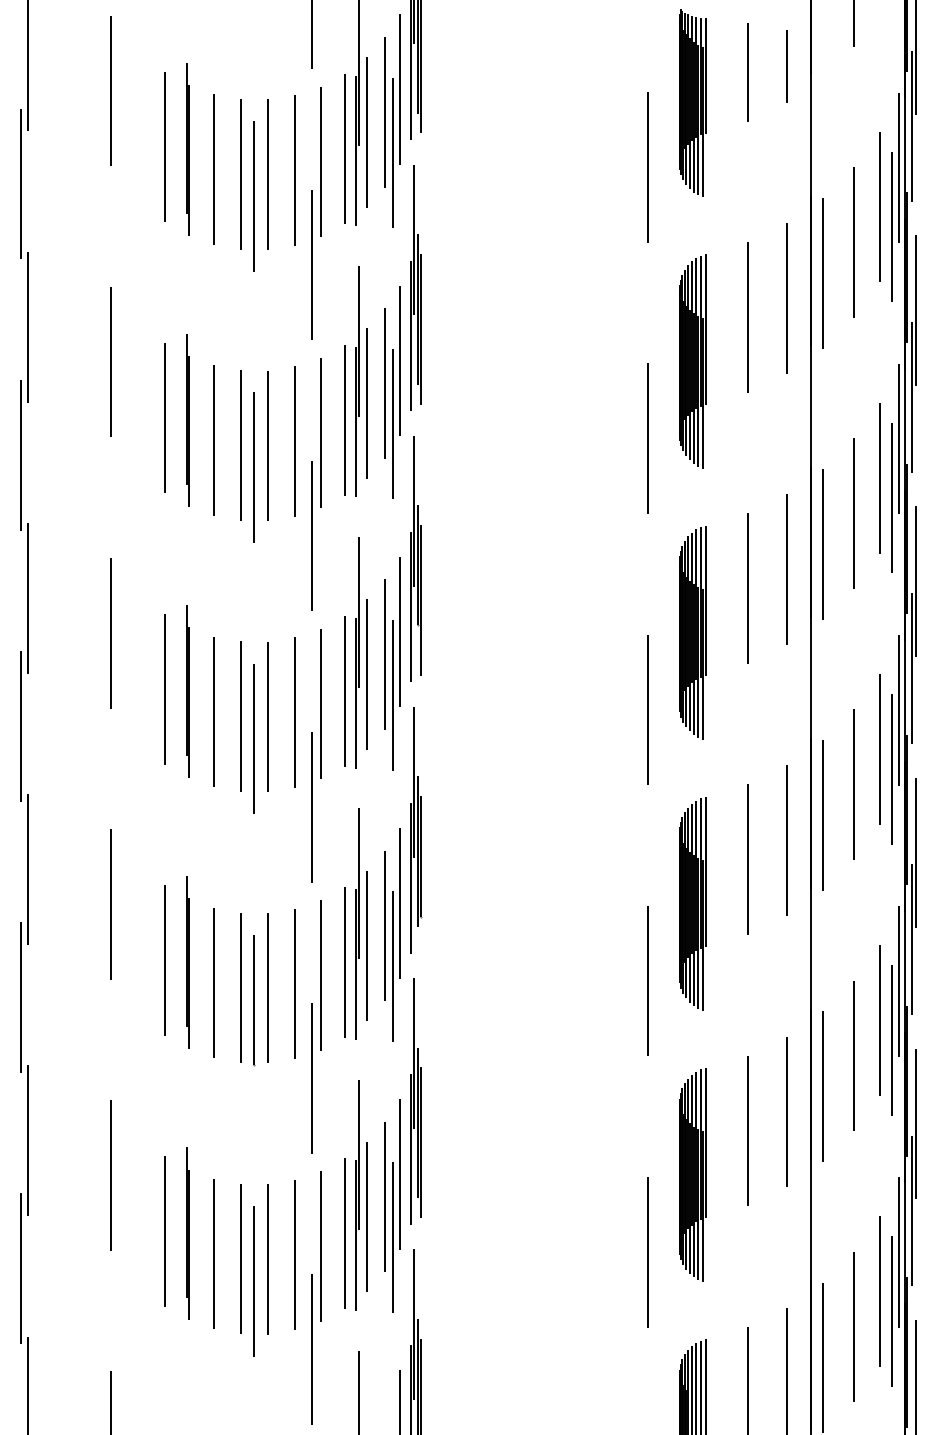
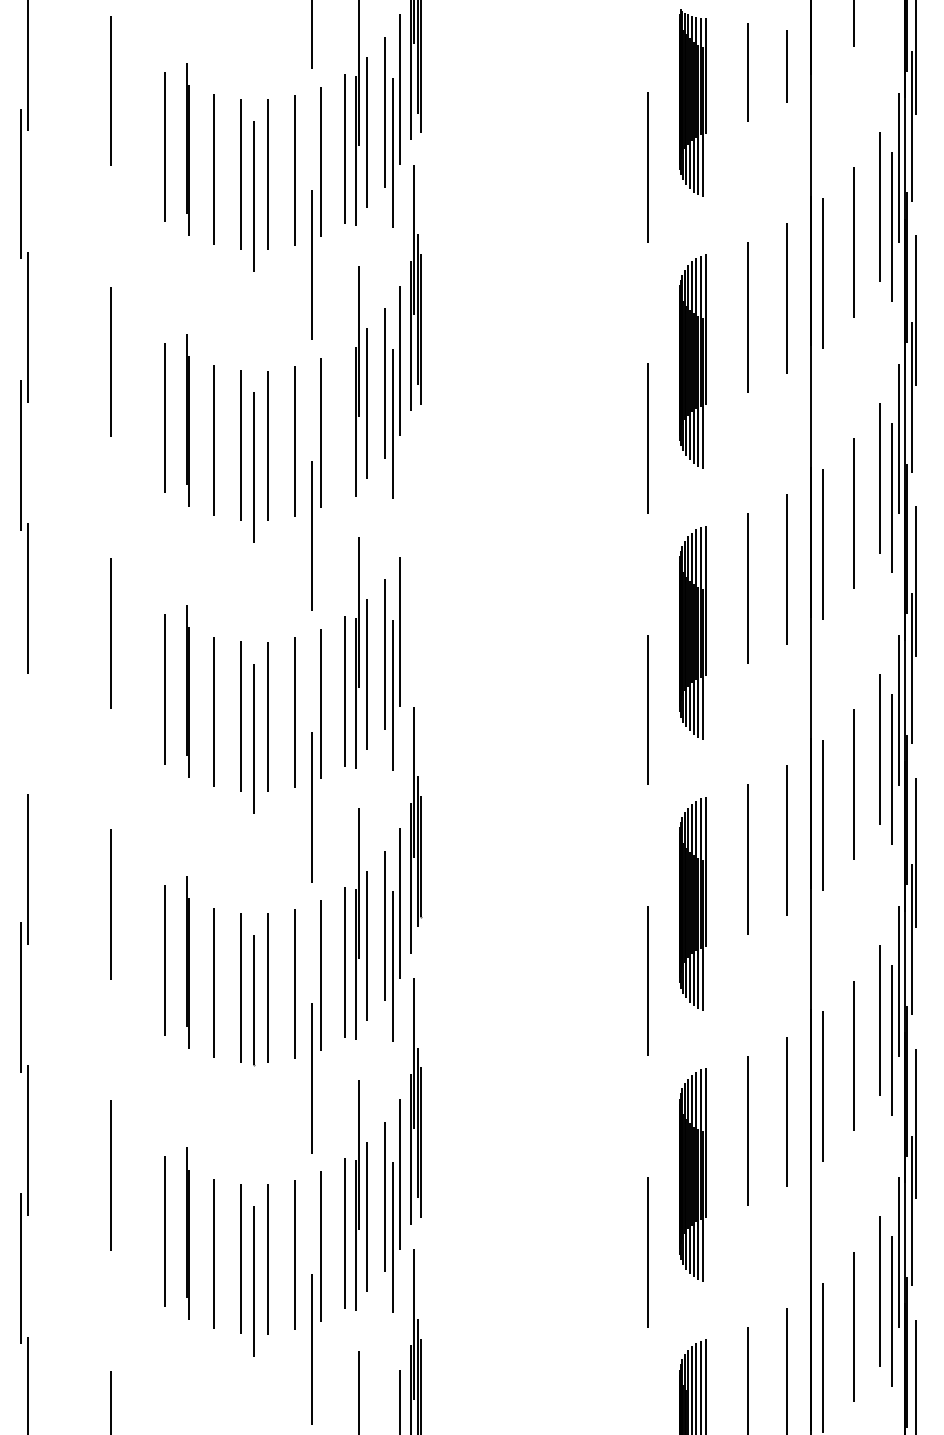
line at (344, 420): present -> none
part at (415, 558): present -> none
line at (21, 726): present -> none
